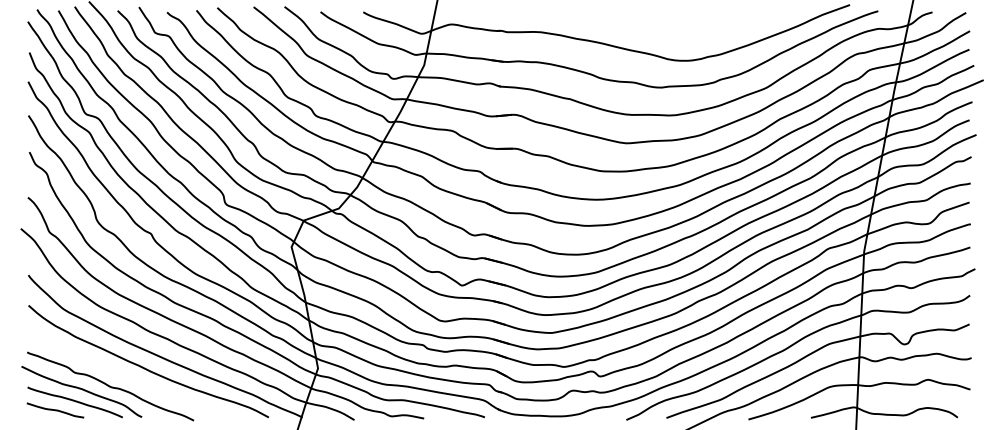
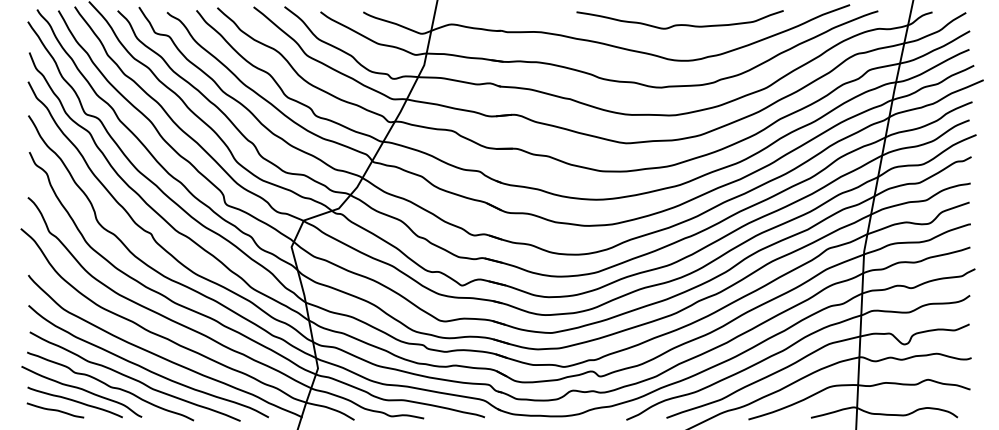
curve at (679, 24): none -> present
curve at (134, 378): none -> present
